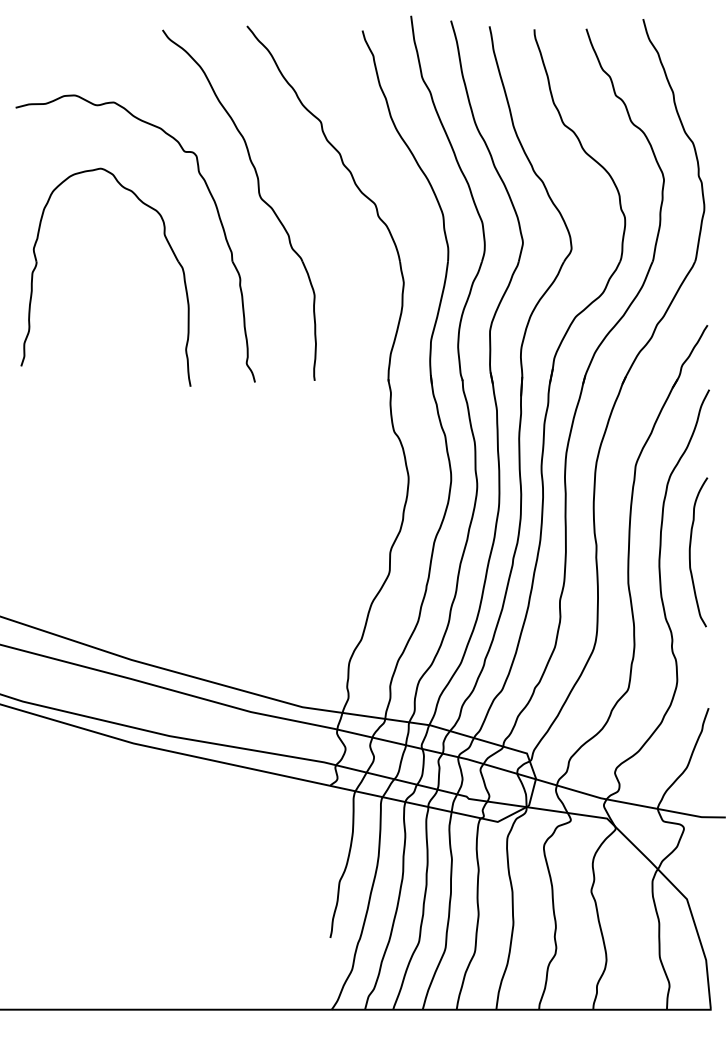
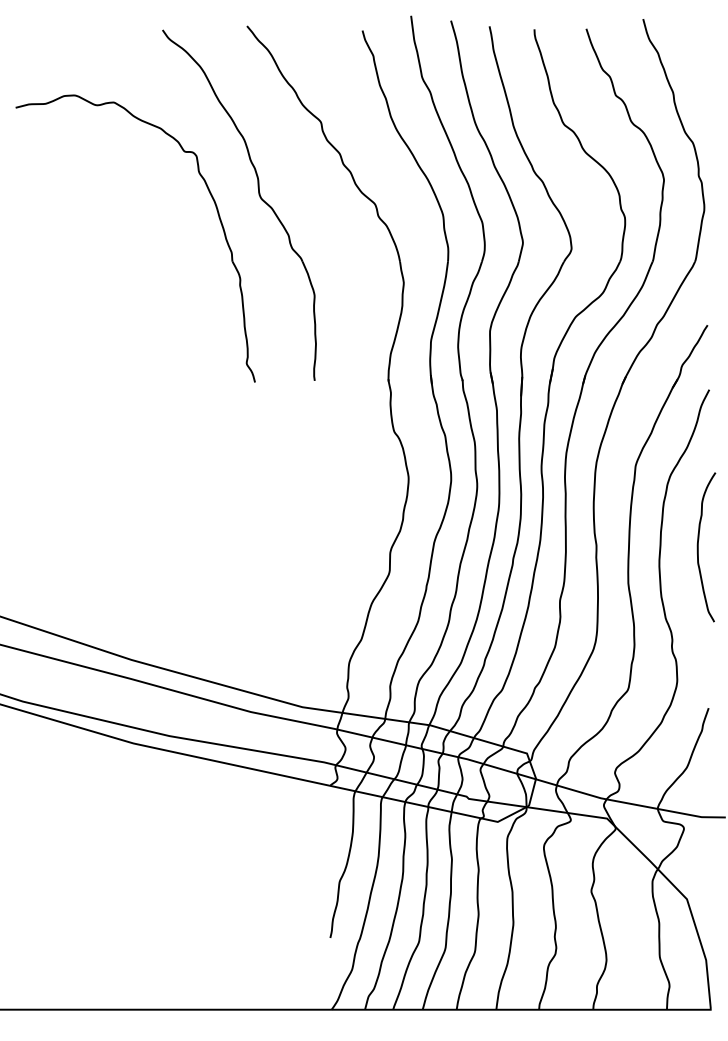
part at (37, 264): present -> none
curve at (690, 552) position: (690, 552) -> (698, 547)
